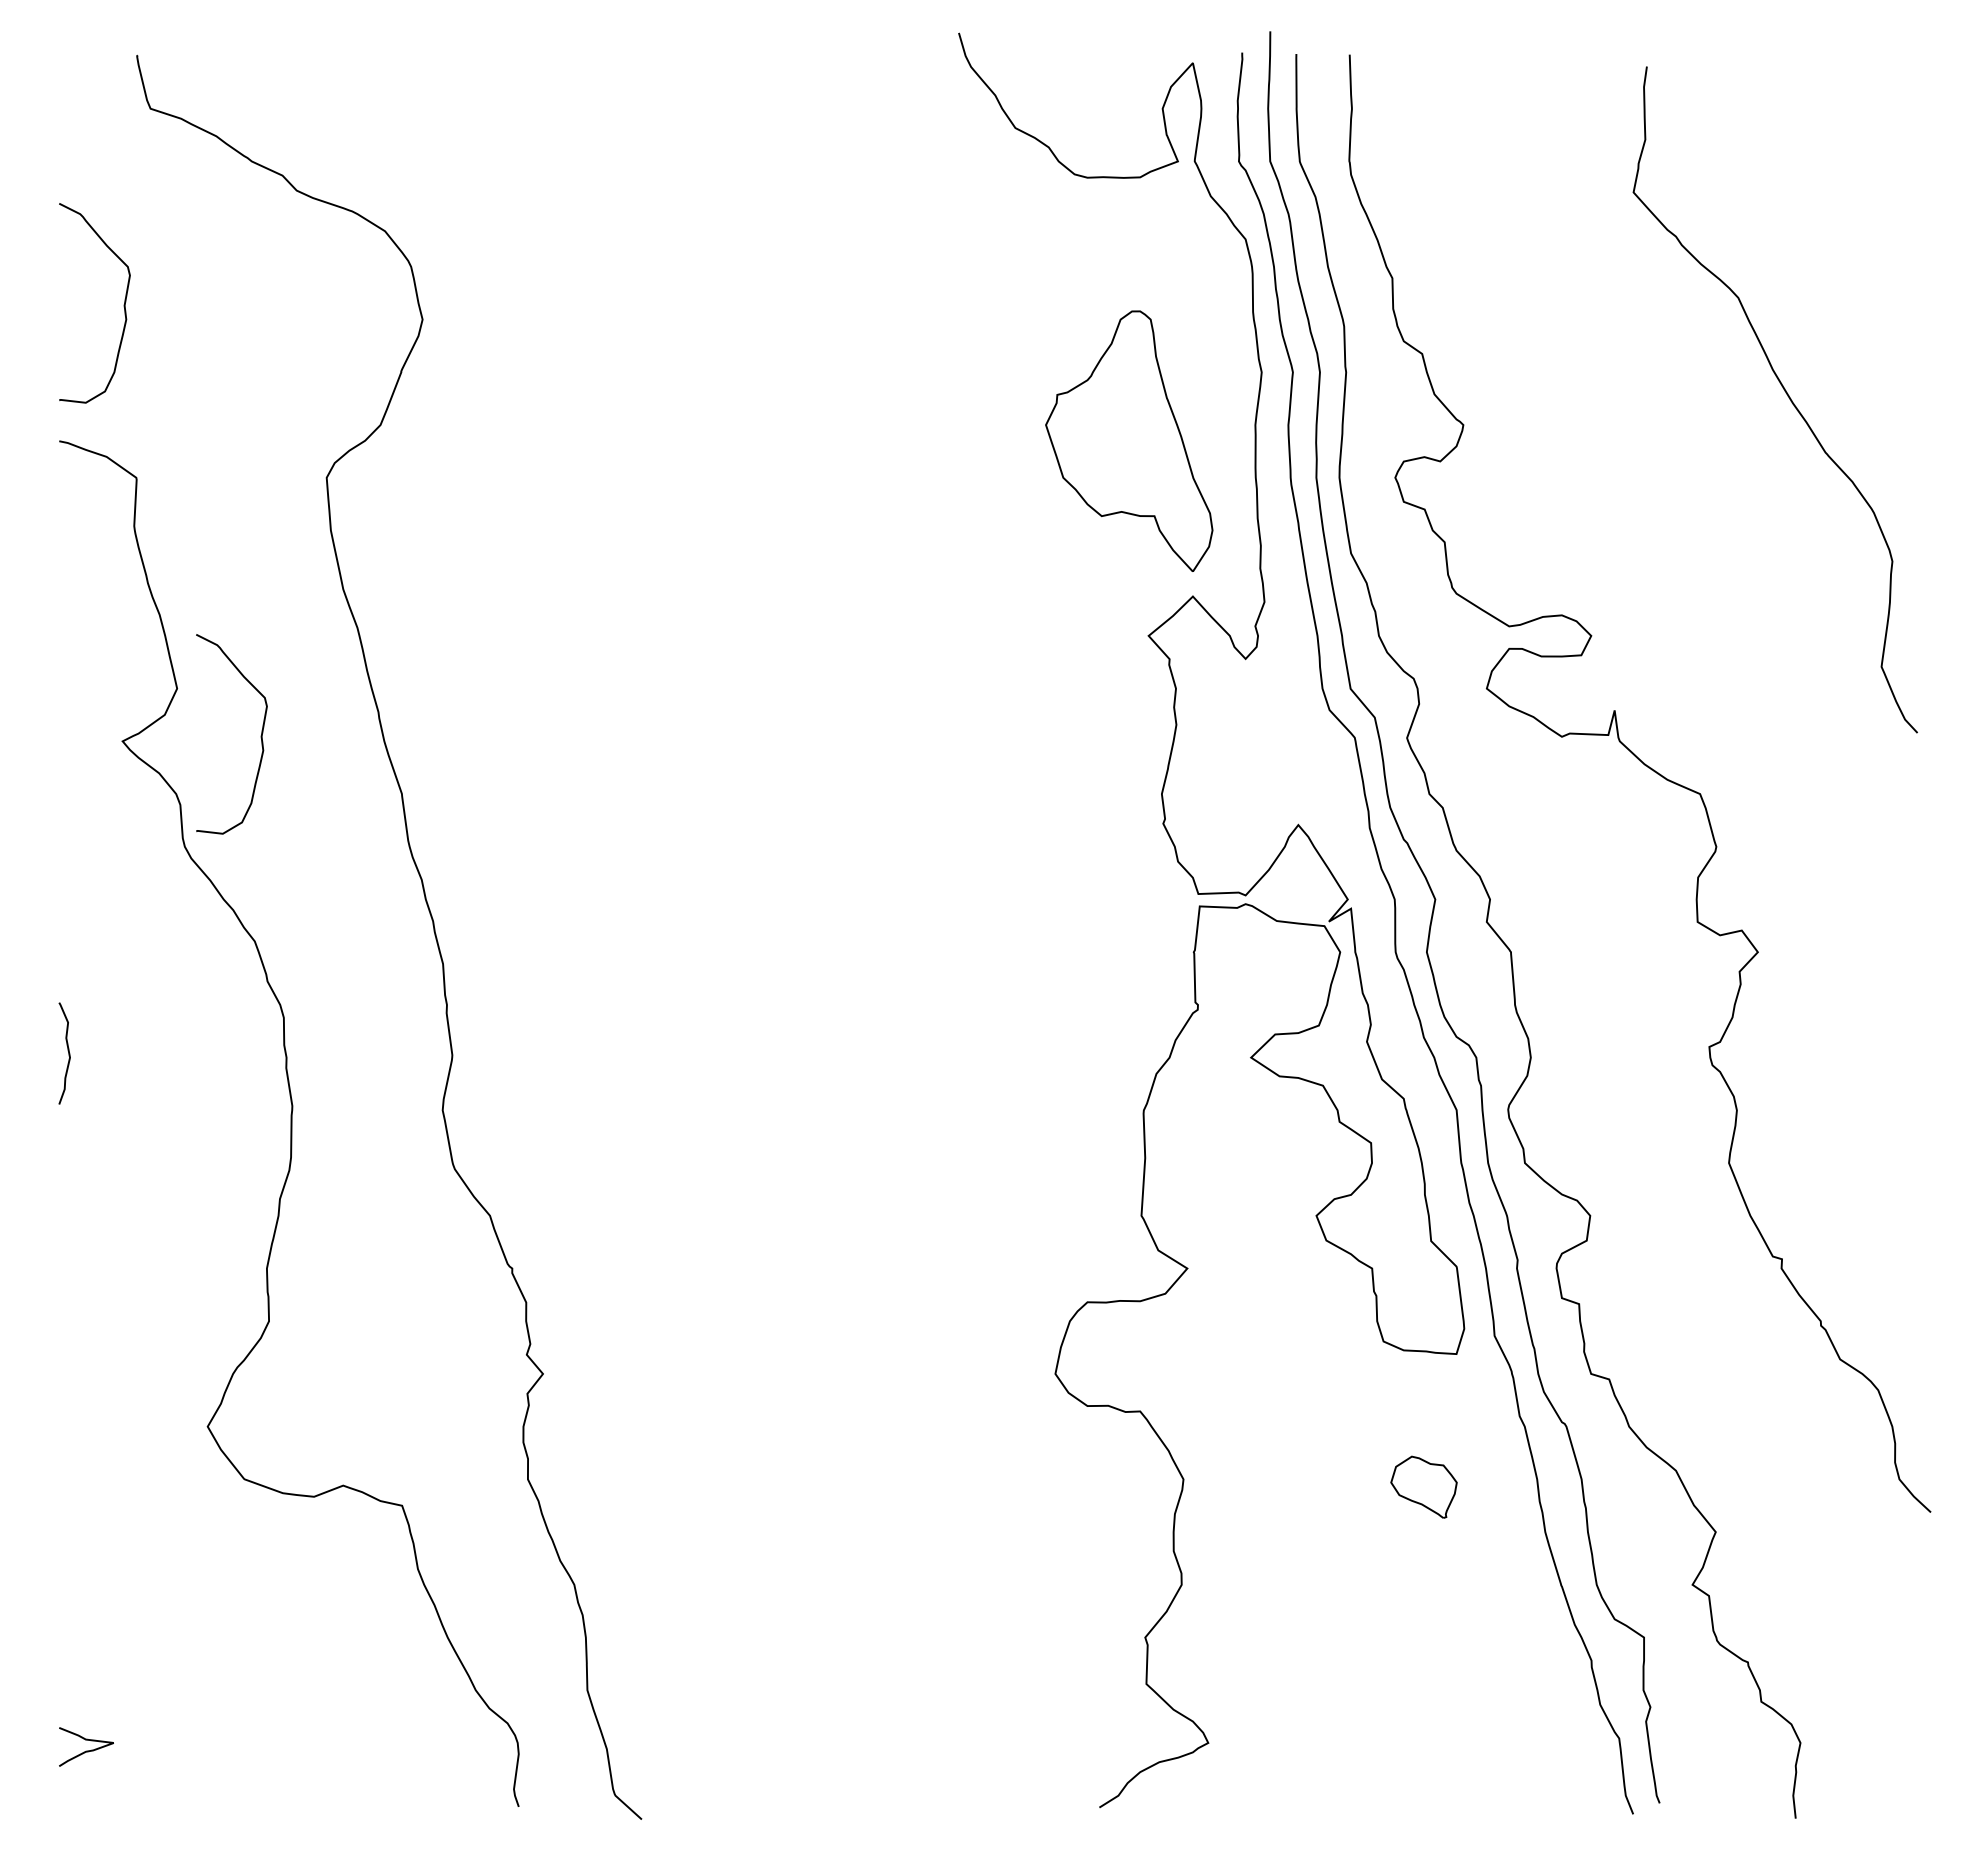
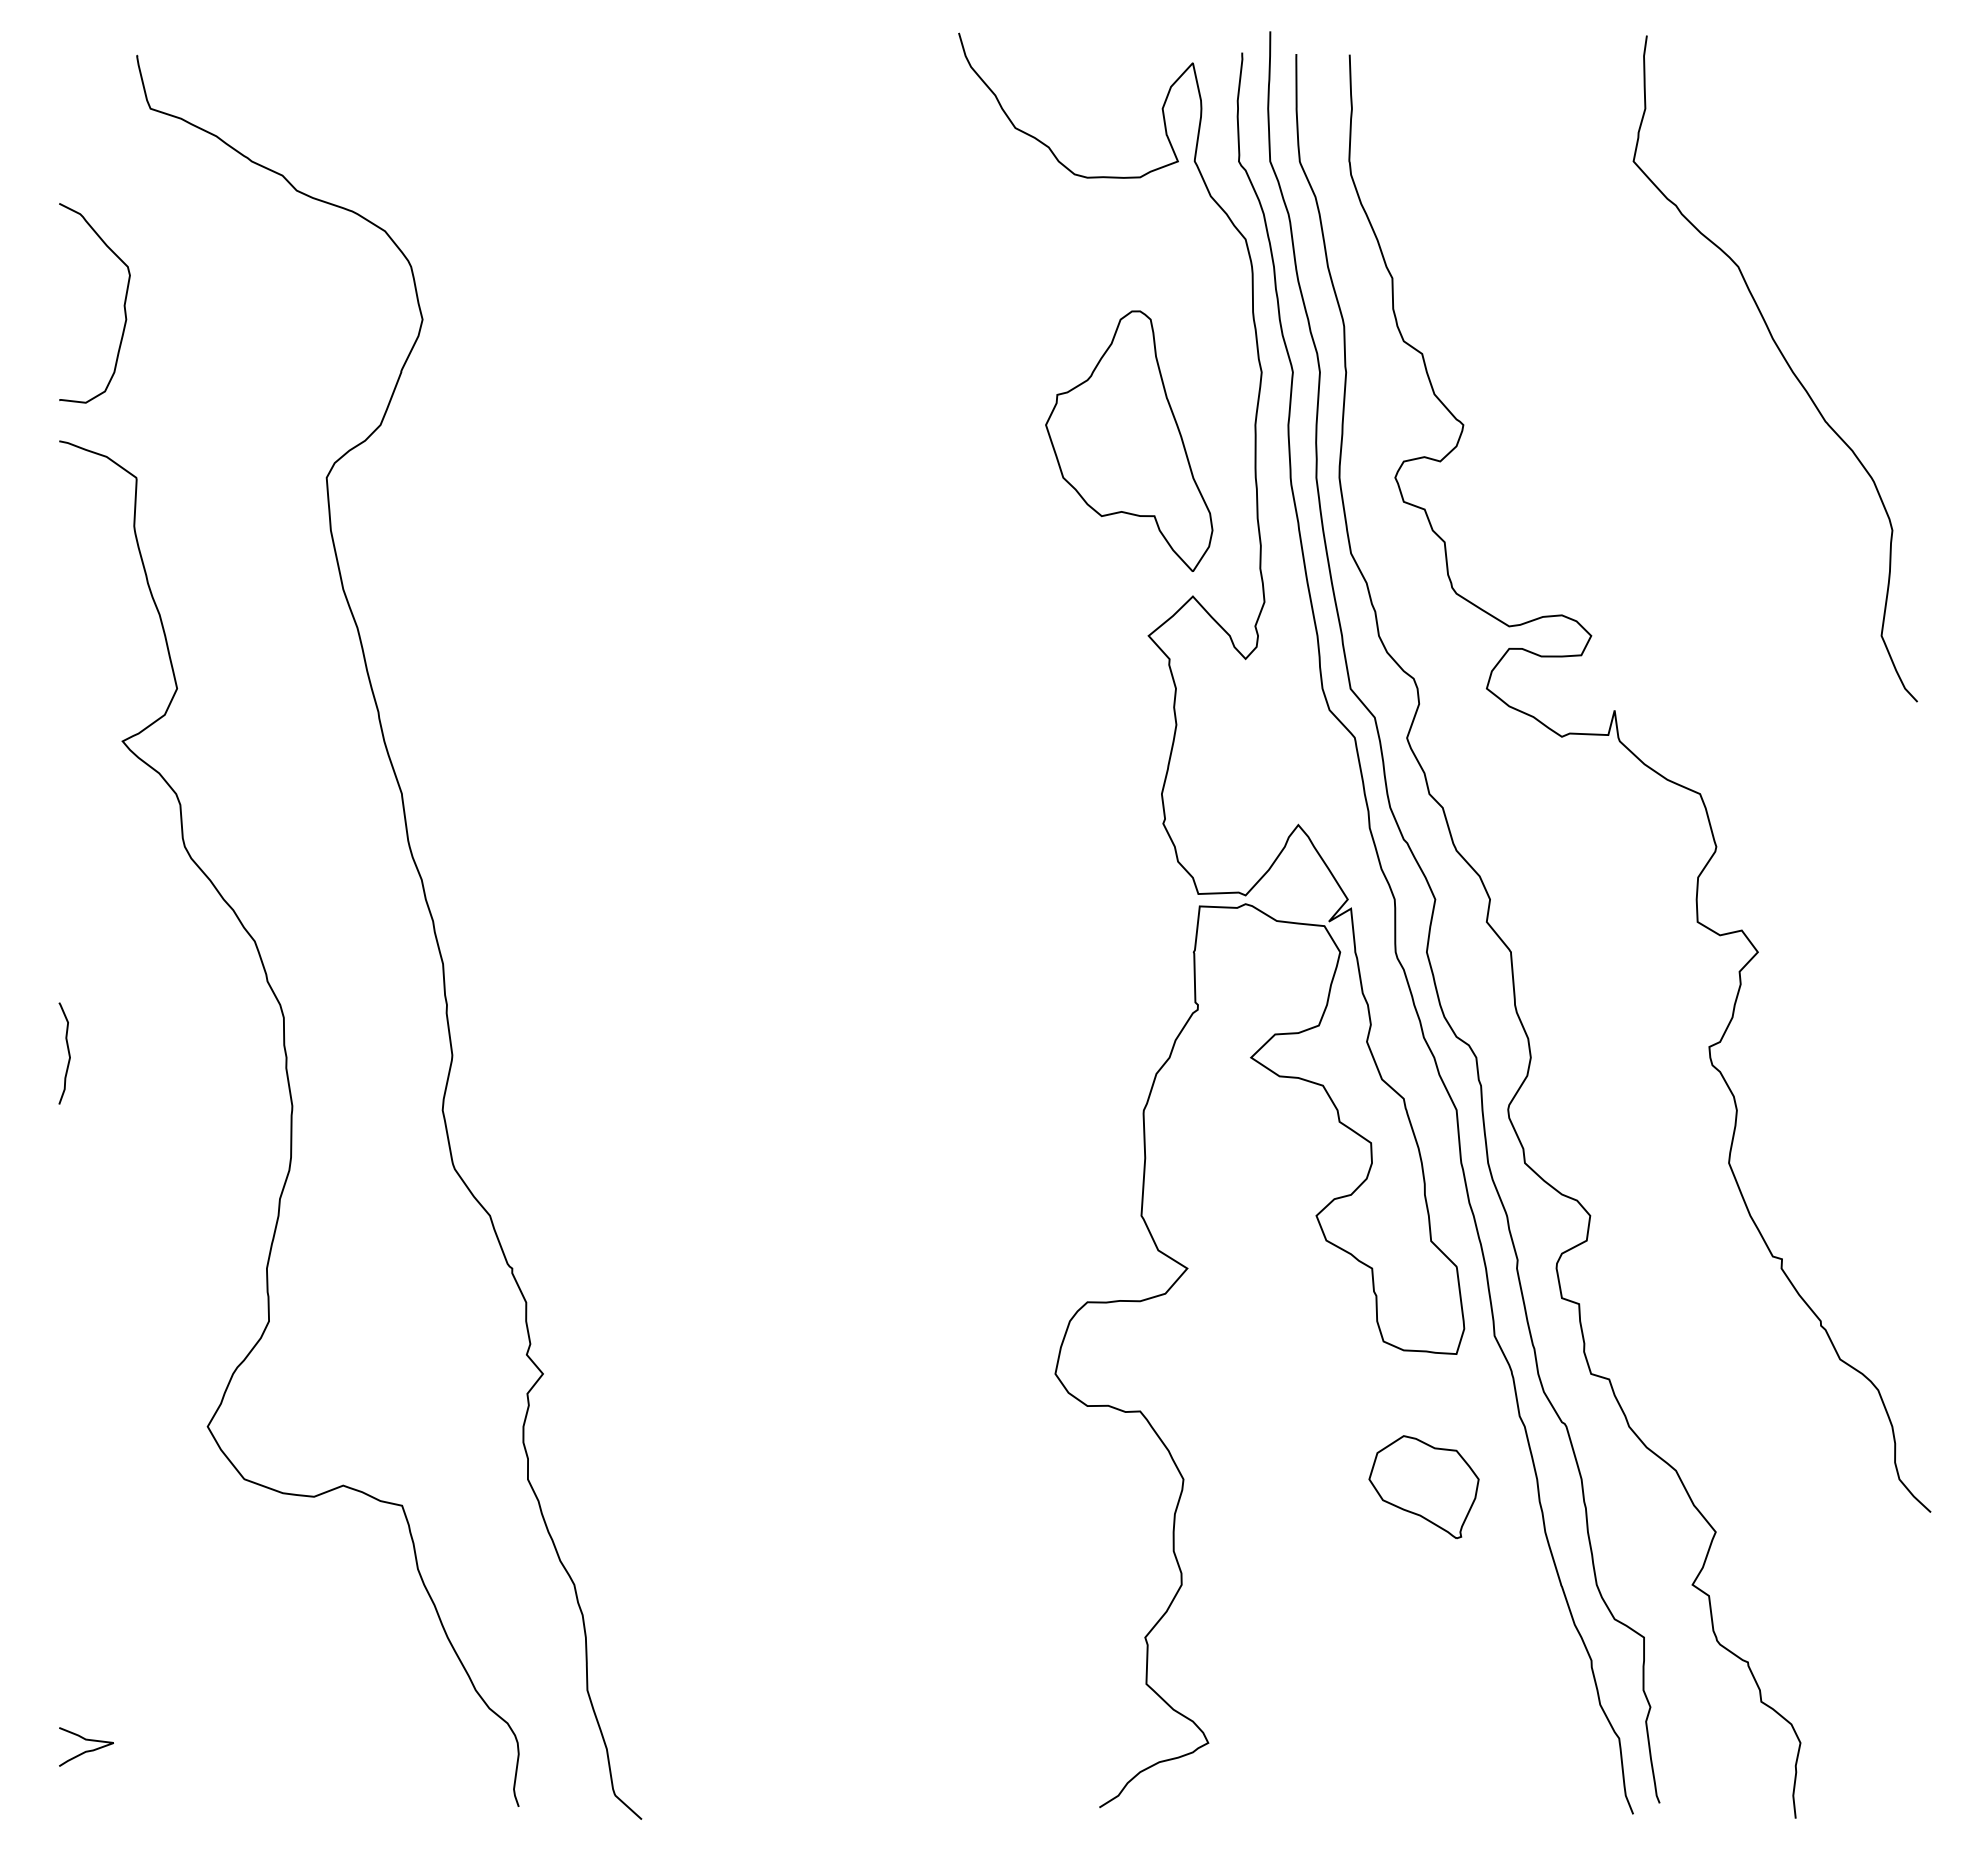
curve at (1785, 393) position: (1785, 393) -> (1785, 362)
curve at (260, 735): present -> none
part at (1423, 1486) size: 68x64 px -> 112x105 px
